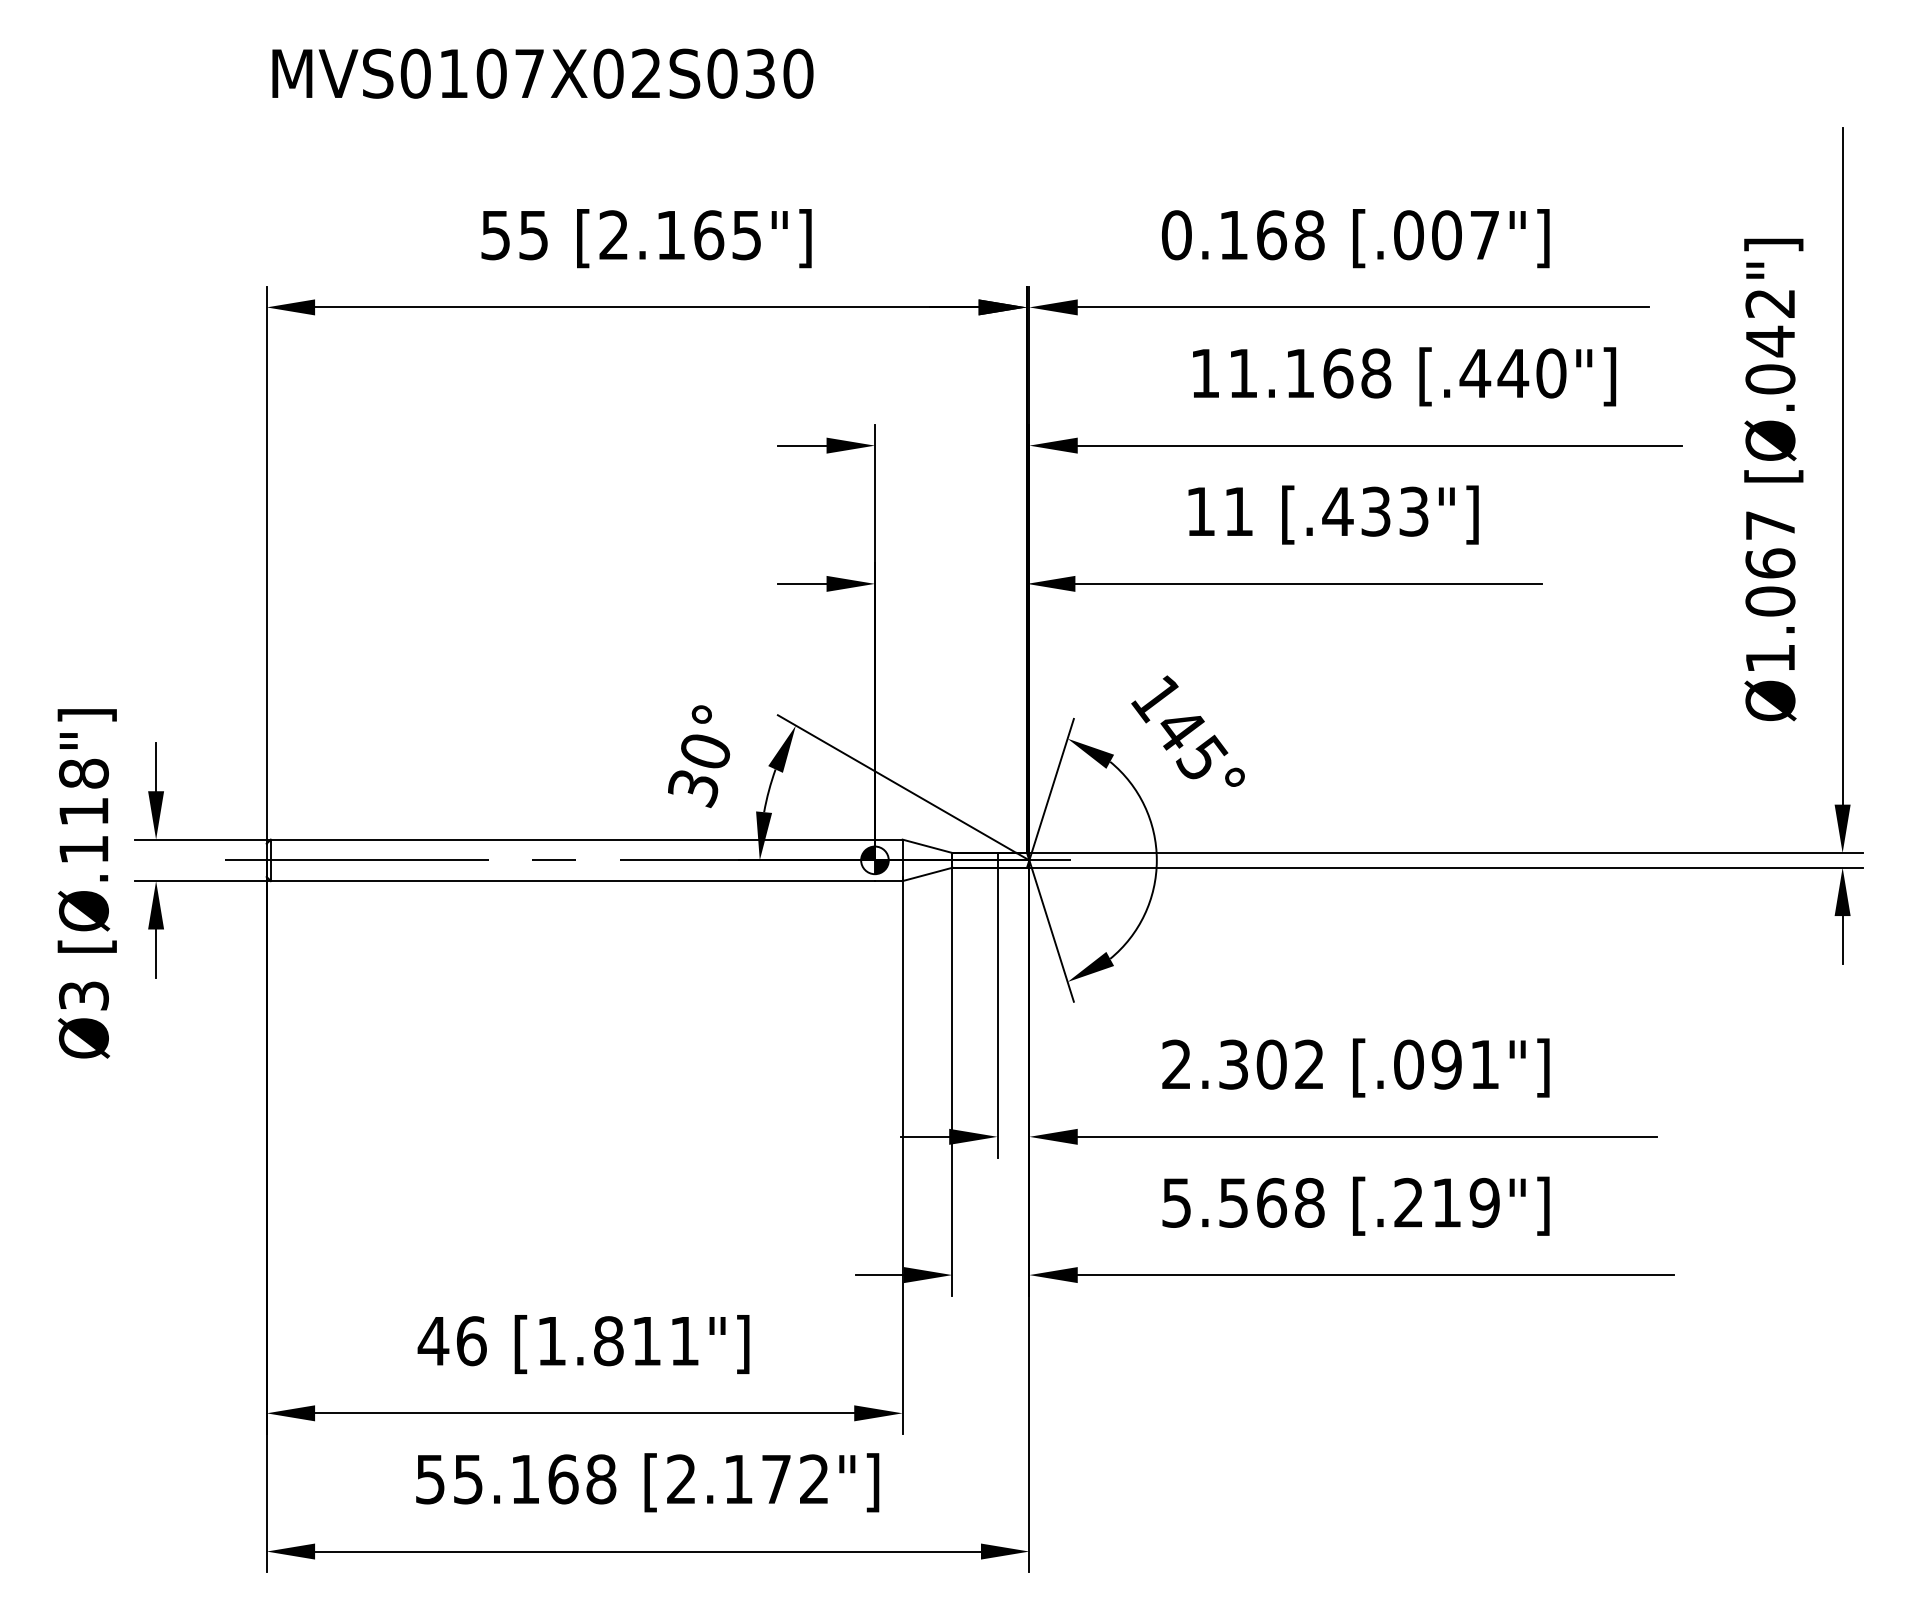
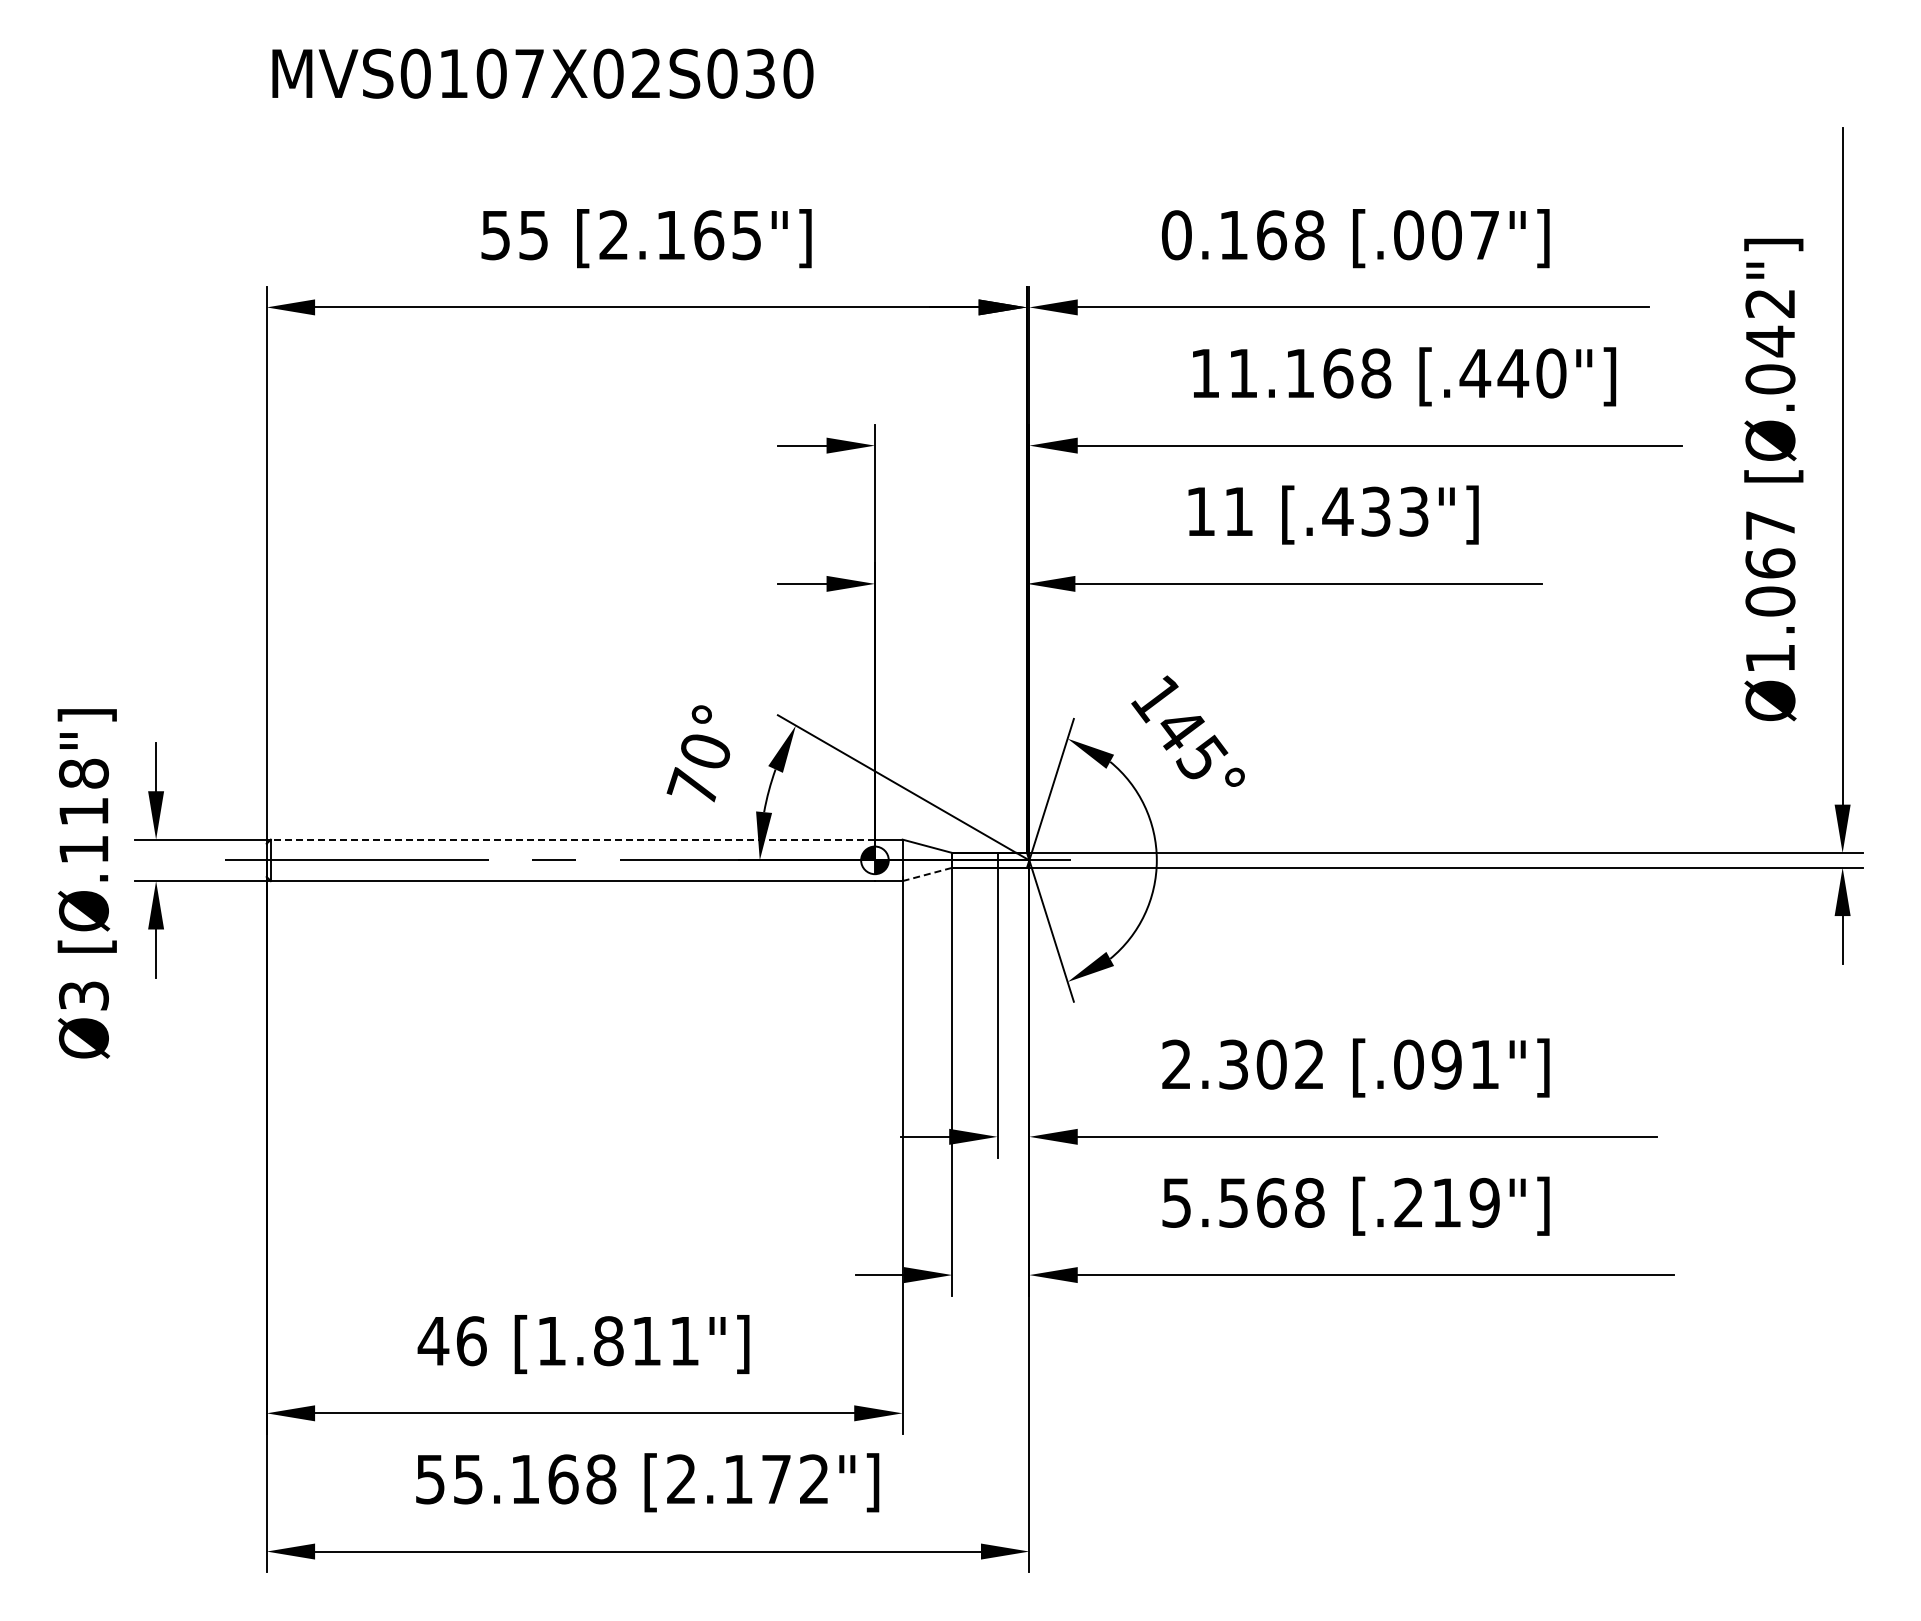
text at (692, 787): 30° -> 70°
line at (572, 839): solid -> dashed
line at (927, 874): solid -> dashed
